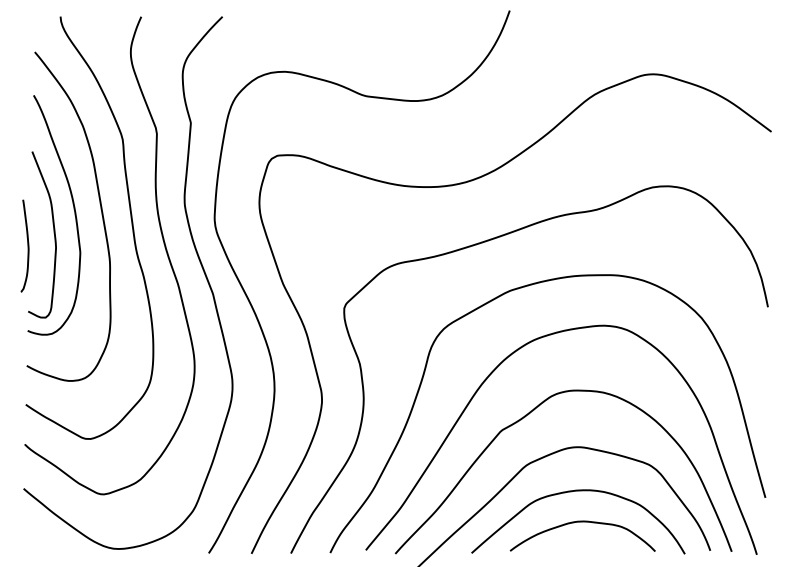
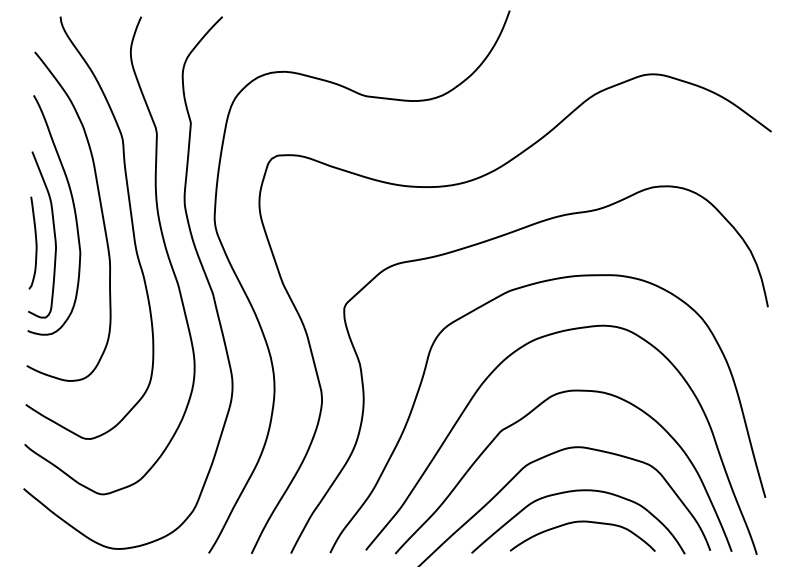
curve at (27, 245) position: (27, 245) -> (35, 242)
